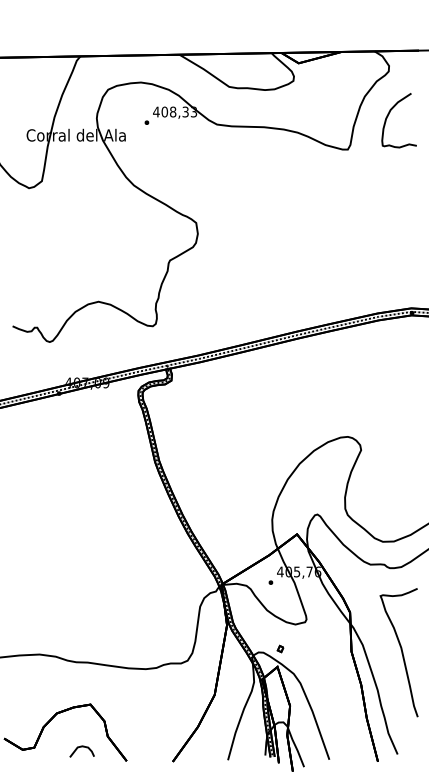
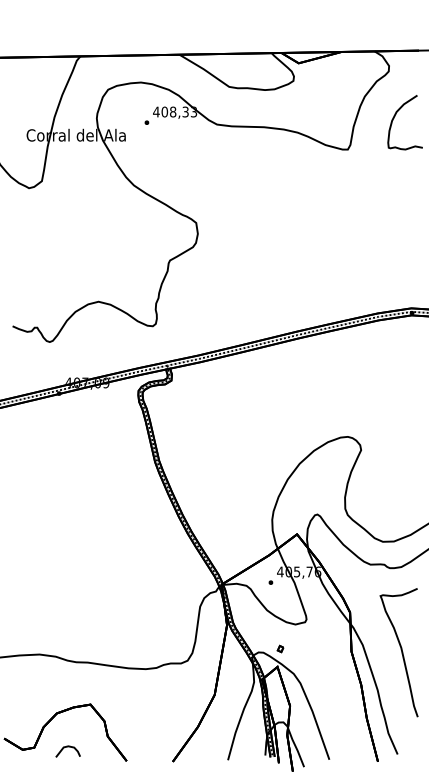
curve at (388, 116) position: (388, 116) -> (394, 118)
curve at (81, 747) position: (81, 747) -> (67, 747)
